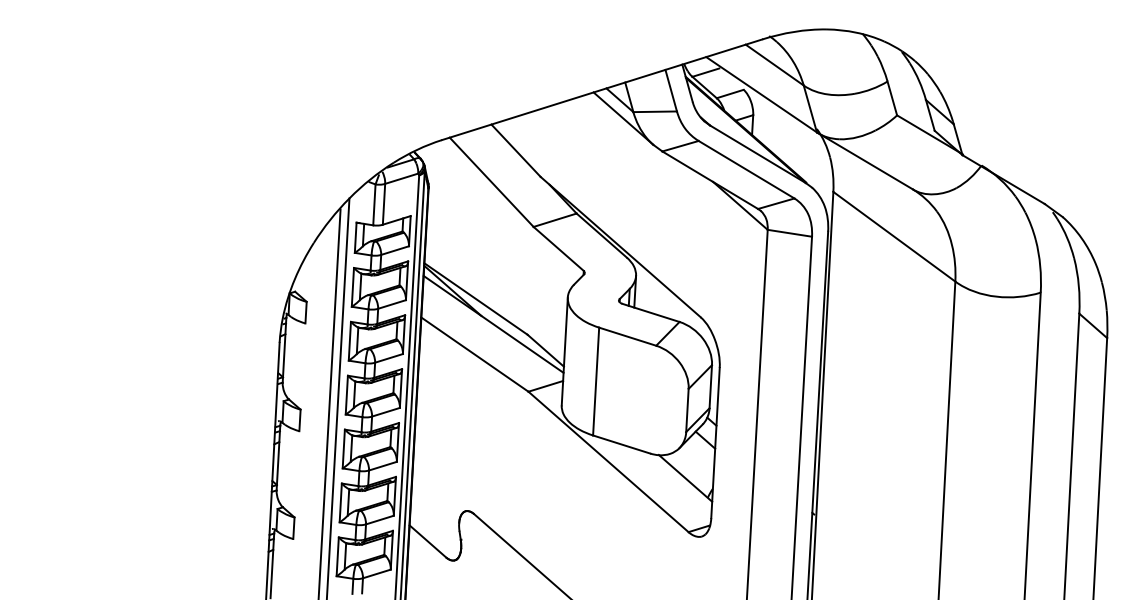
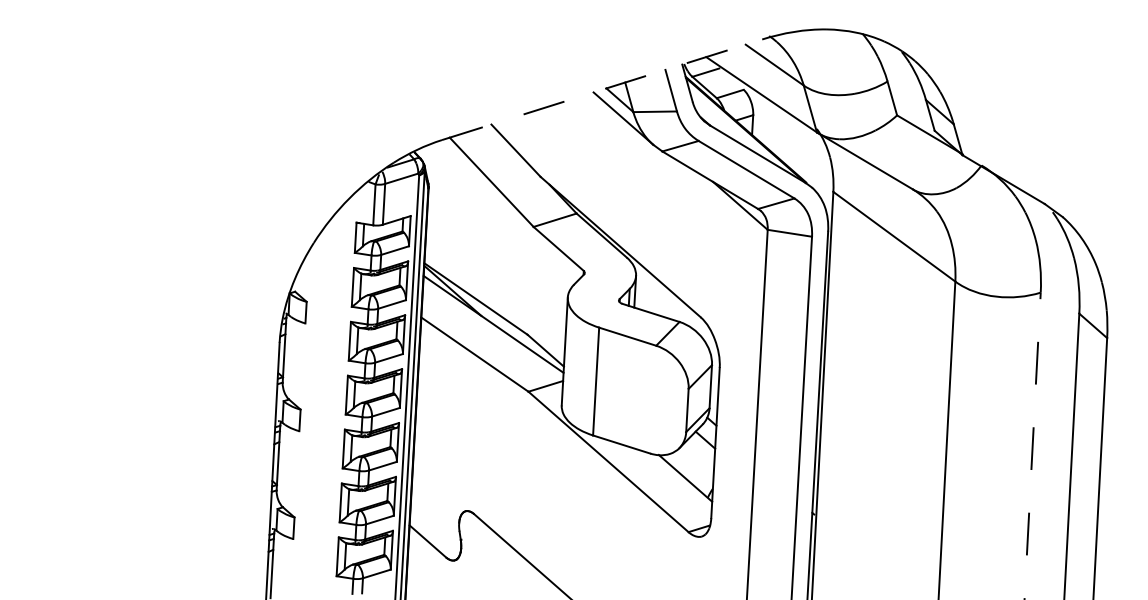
line at (602, 89): solid -> dashed
line at (338, 397): present -> none
line at (329, 402): present -> none
line at (1032, 445): solid -> dashed
